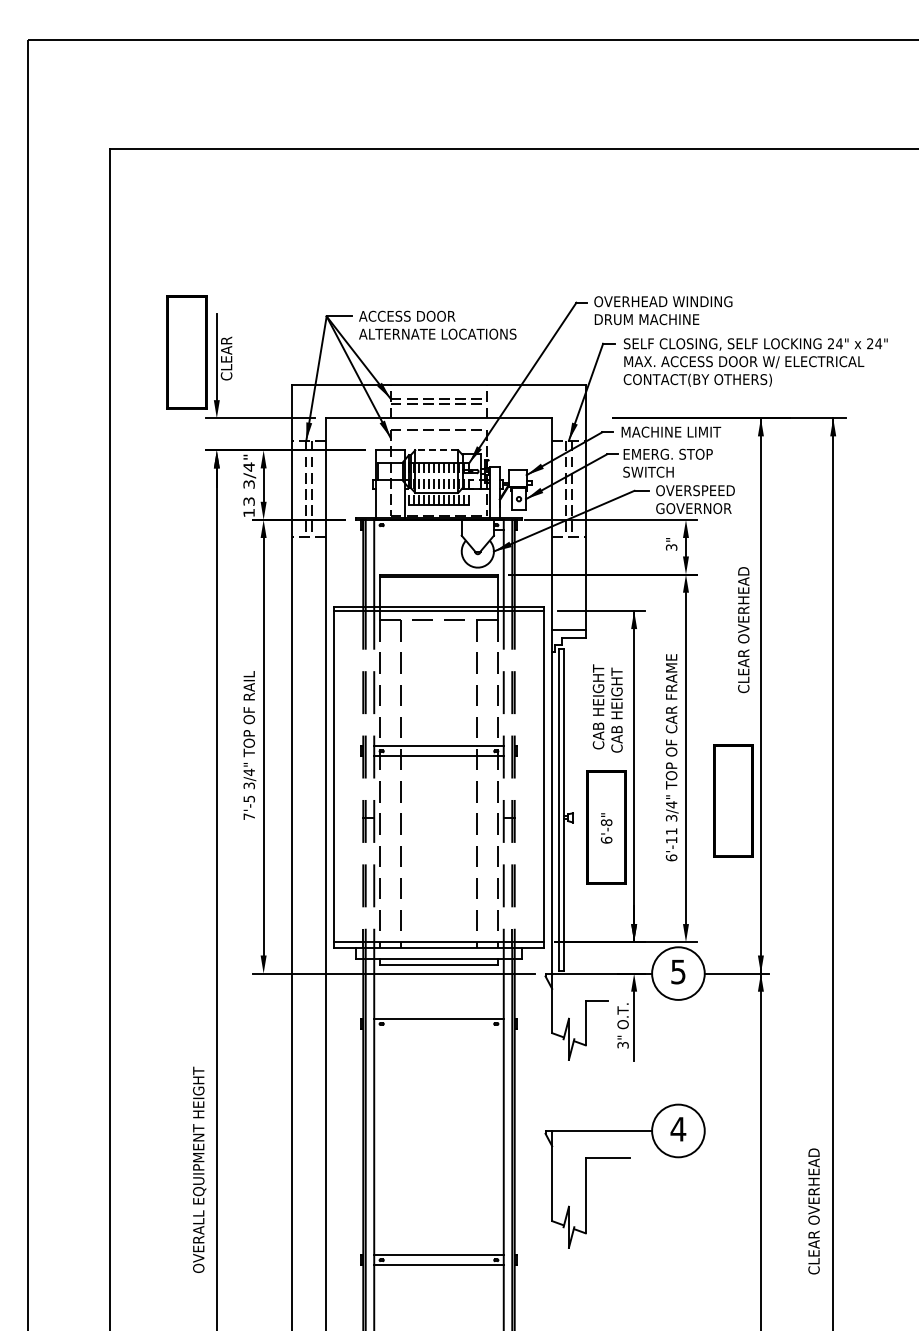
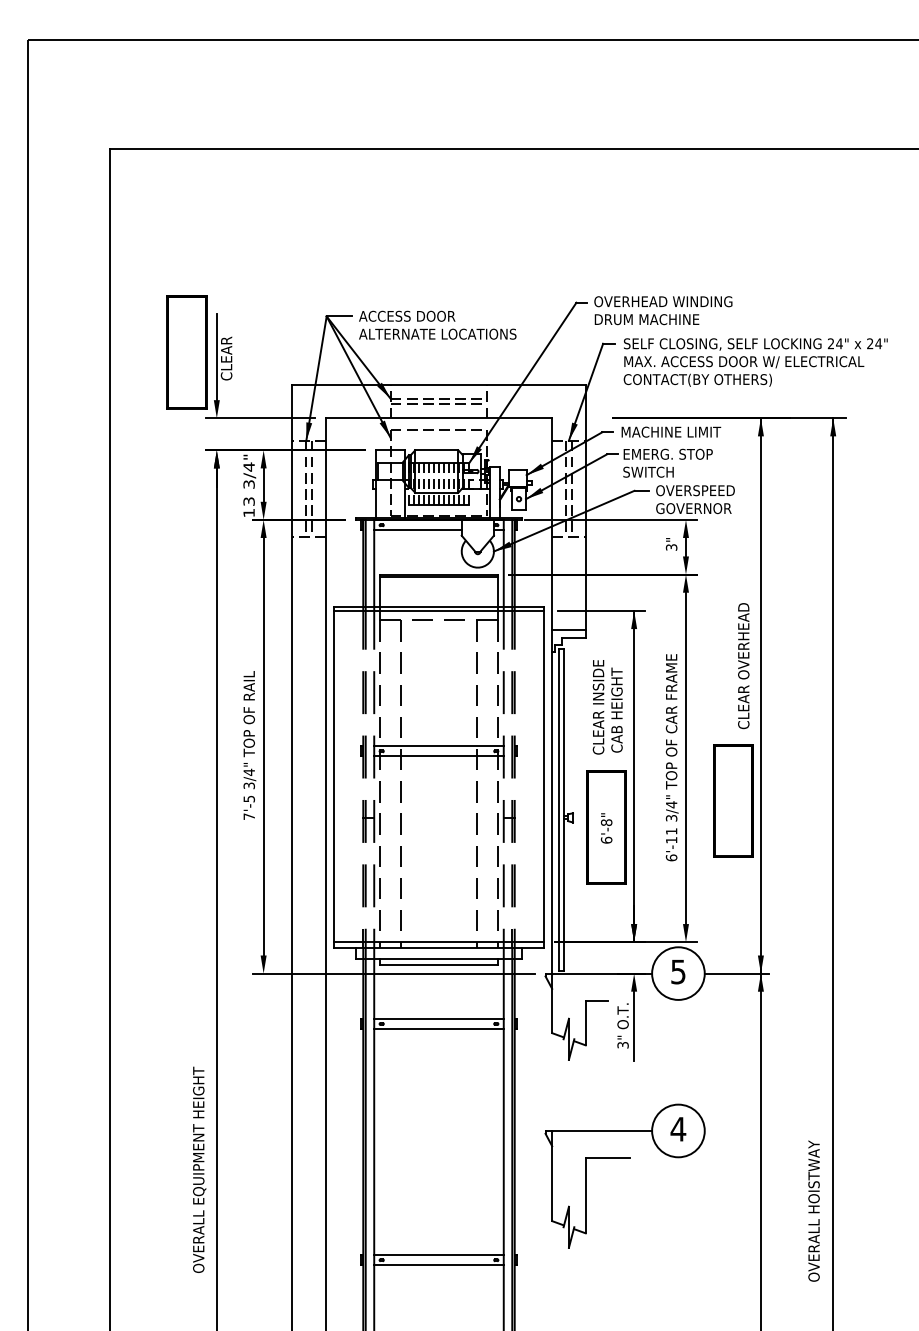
line at (436, 450): dashed -> solid
line at (417, 529): none -> present
text at (743, 630) position: (743, 630) -> (743, 666)
text at (598, 707): CAB HEIGHT -> CLEAR INSIDE
line at (438, 1028): none -> present
text at (813, 1210): CLEAR OVERHEAD -> OVERALL HOISTWAY
